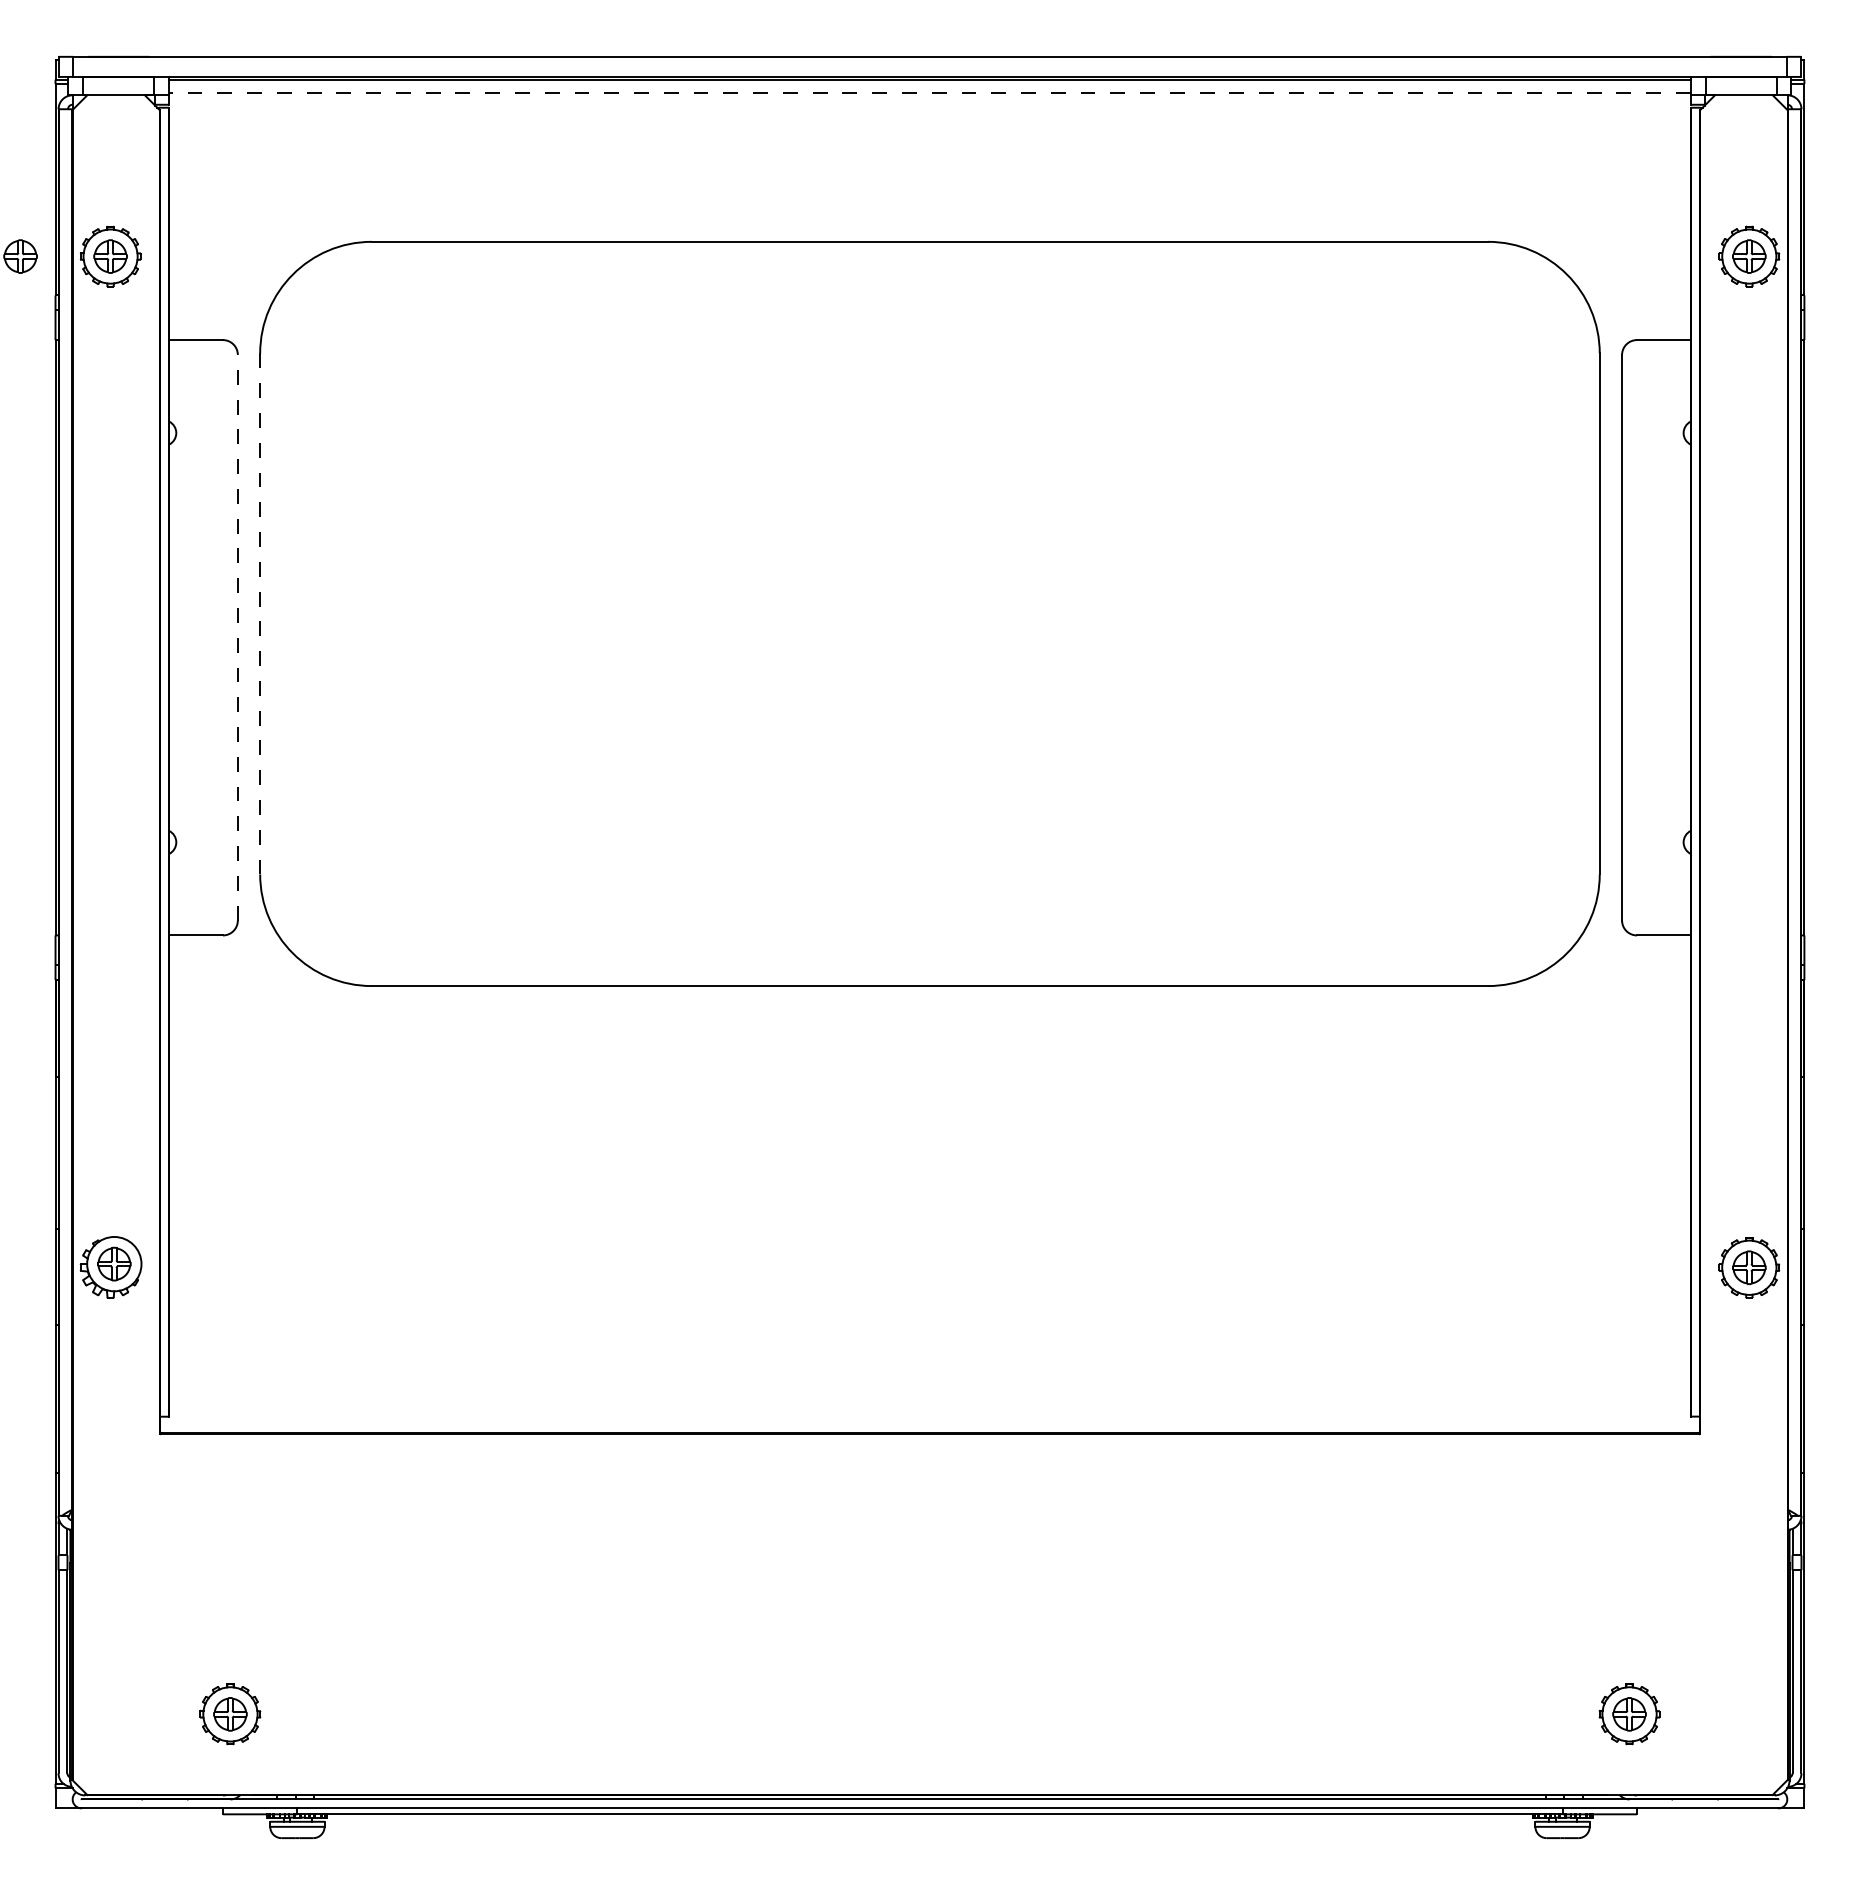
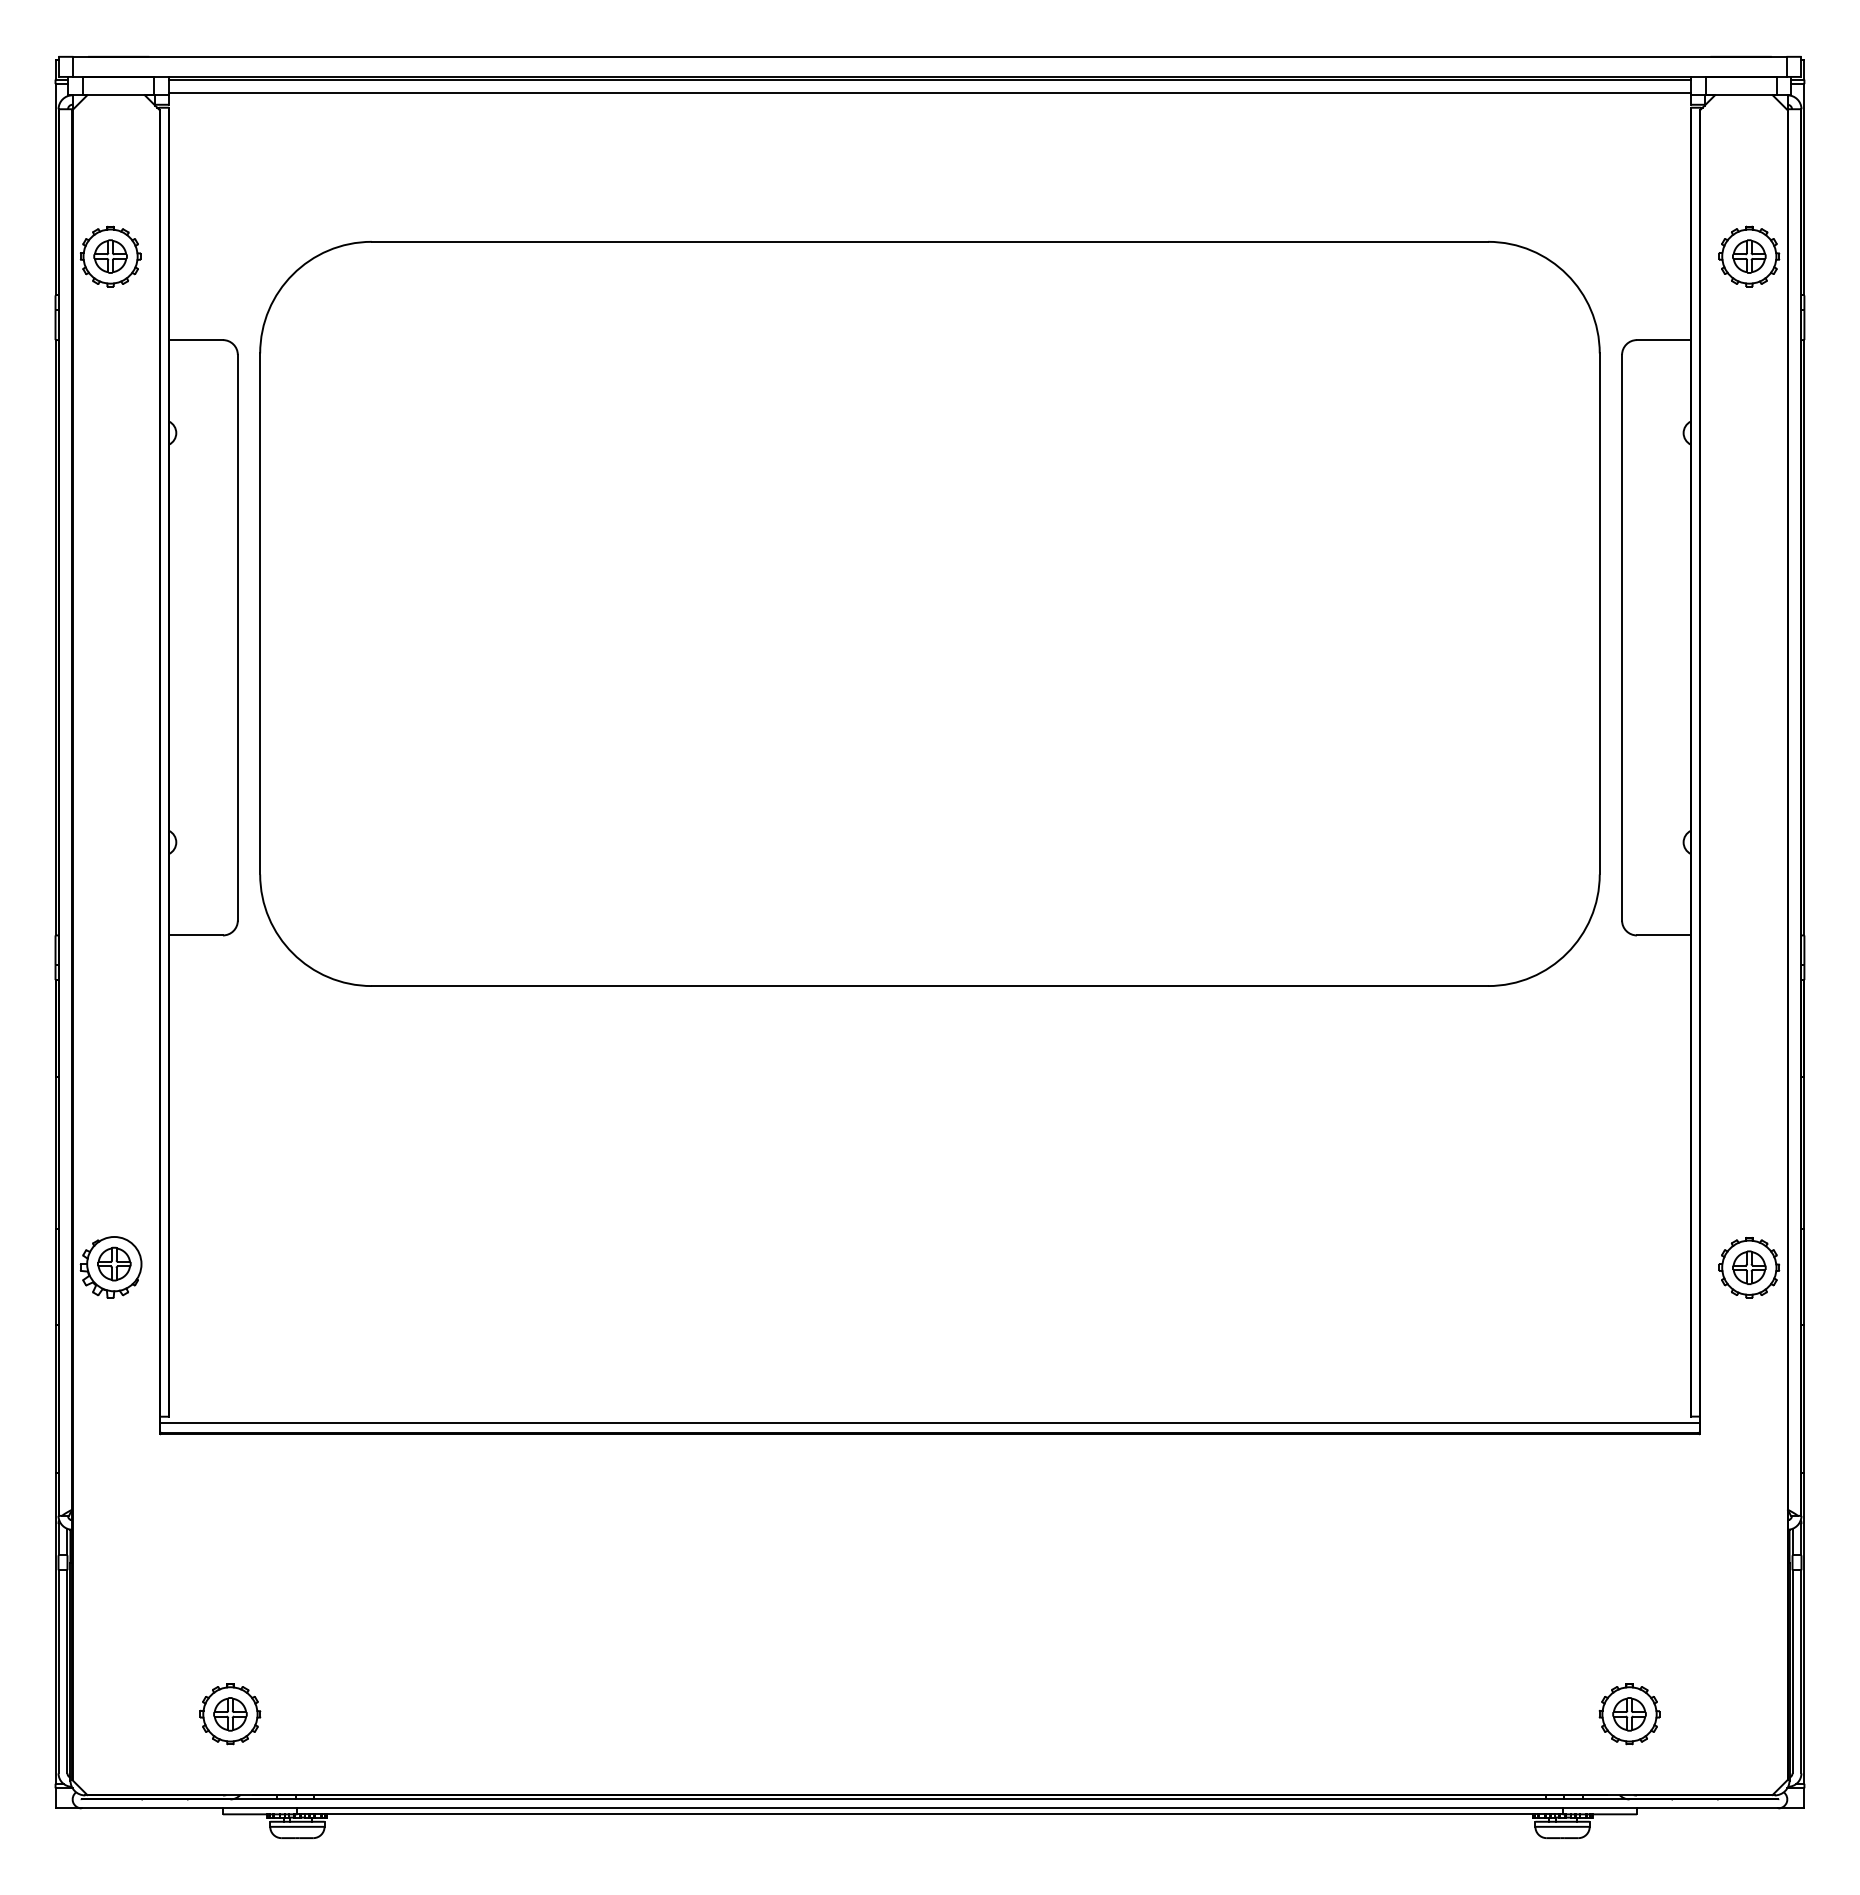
line at (929, 93): dashed -> solid
part at (20, 256): present -> none
line at (260, 614): dashed -> solid
line at (237, 637): dashed -> solid
line at (929, 1422): none -> present
